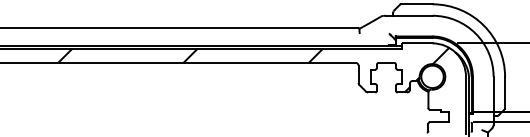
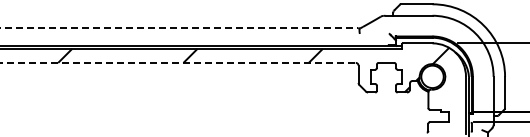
line at (179, 28): solid -> dashed
line at (177, 62): solid -> dashed
